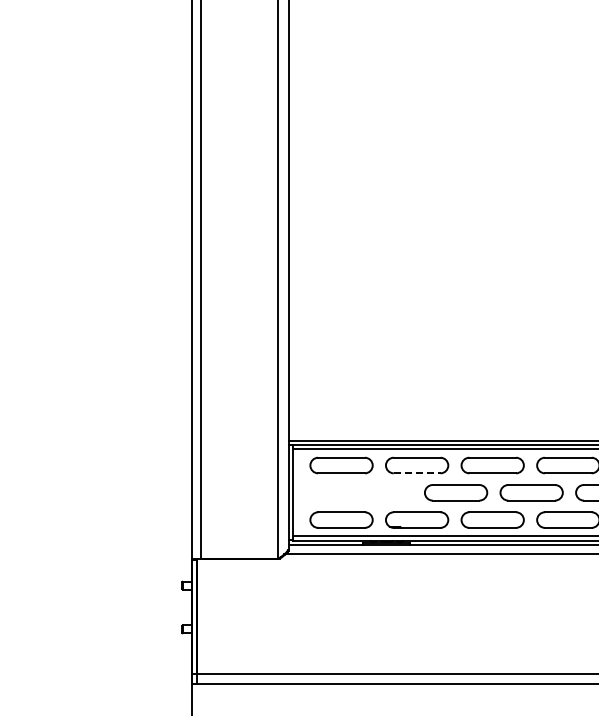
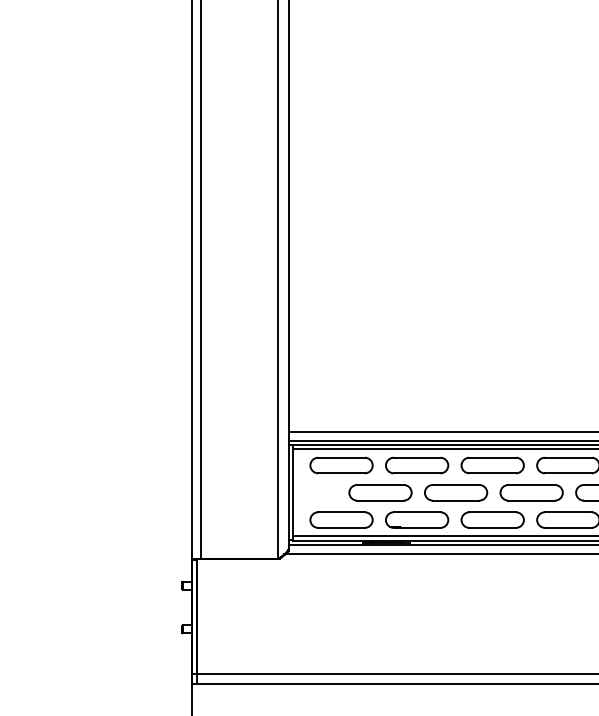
line at (441, 431): none -> present
line at (417, 473): dashed -> solid
part at (380, 492): none -> present
